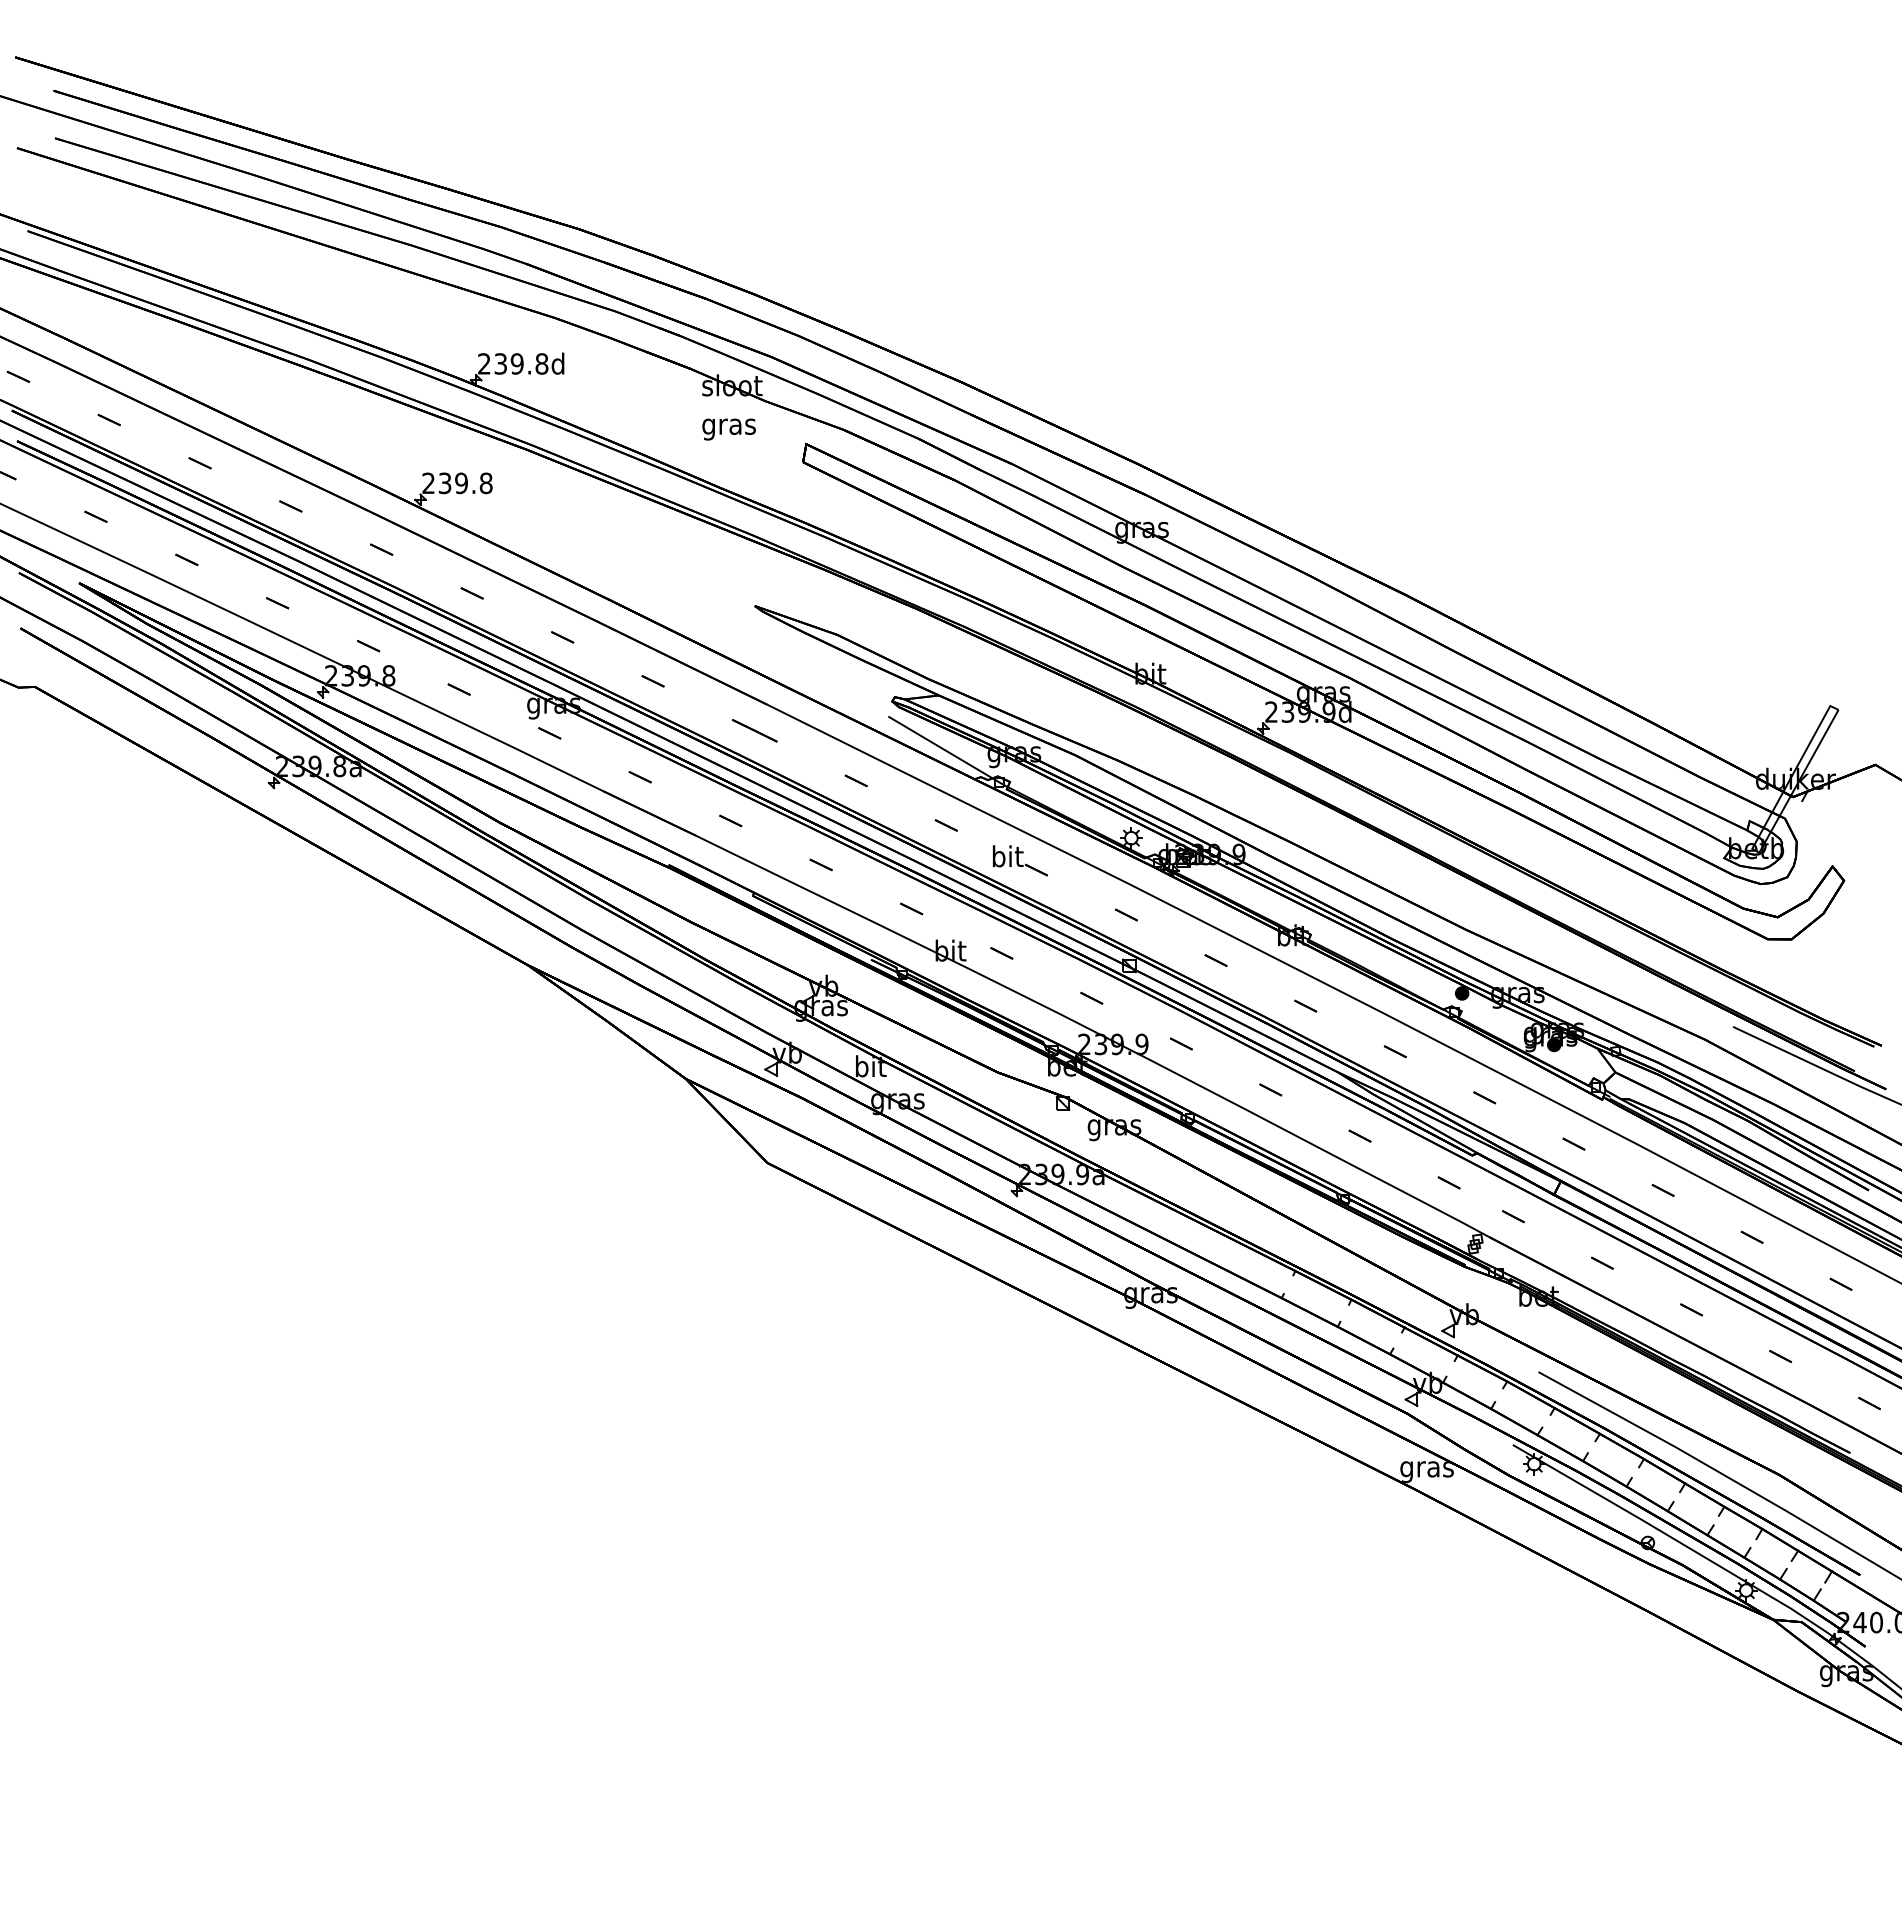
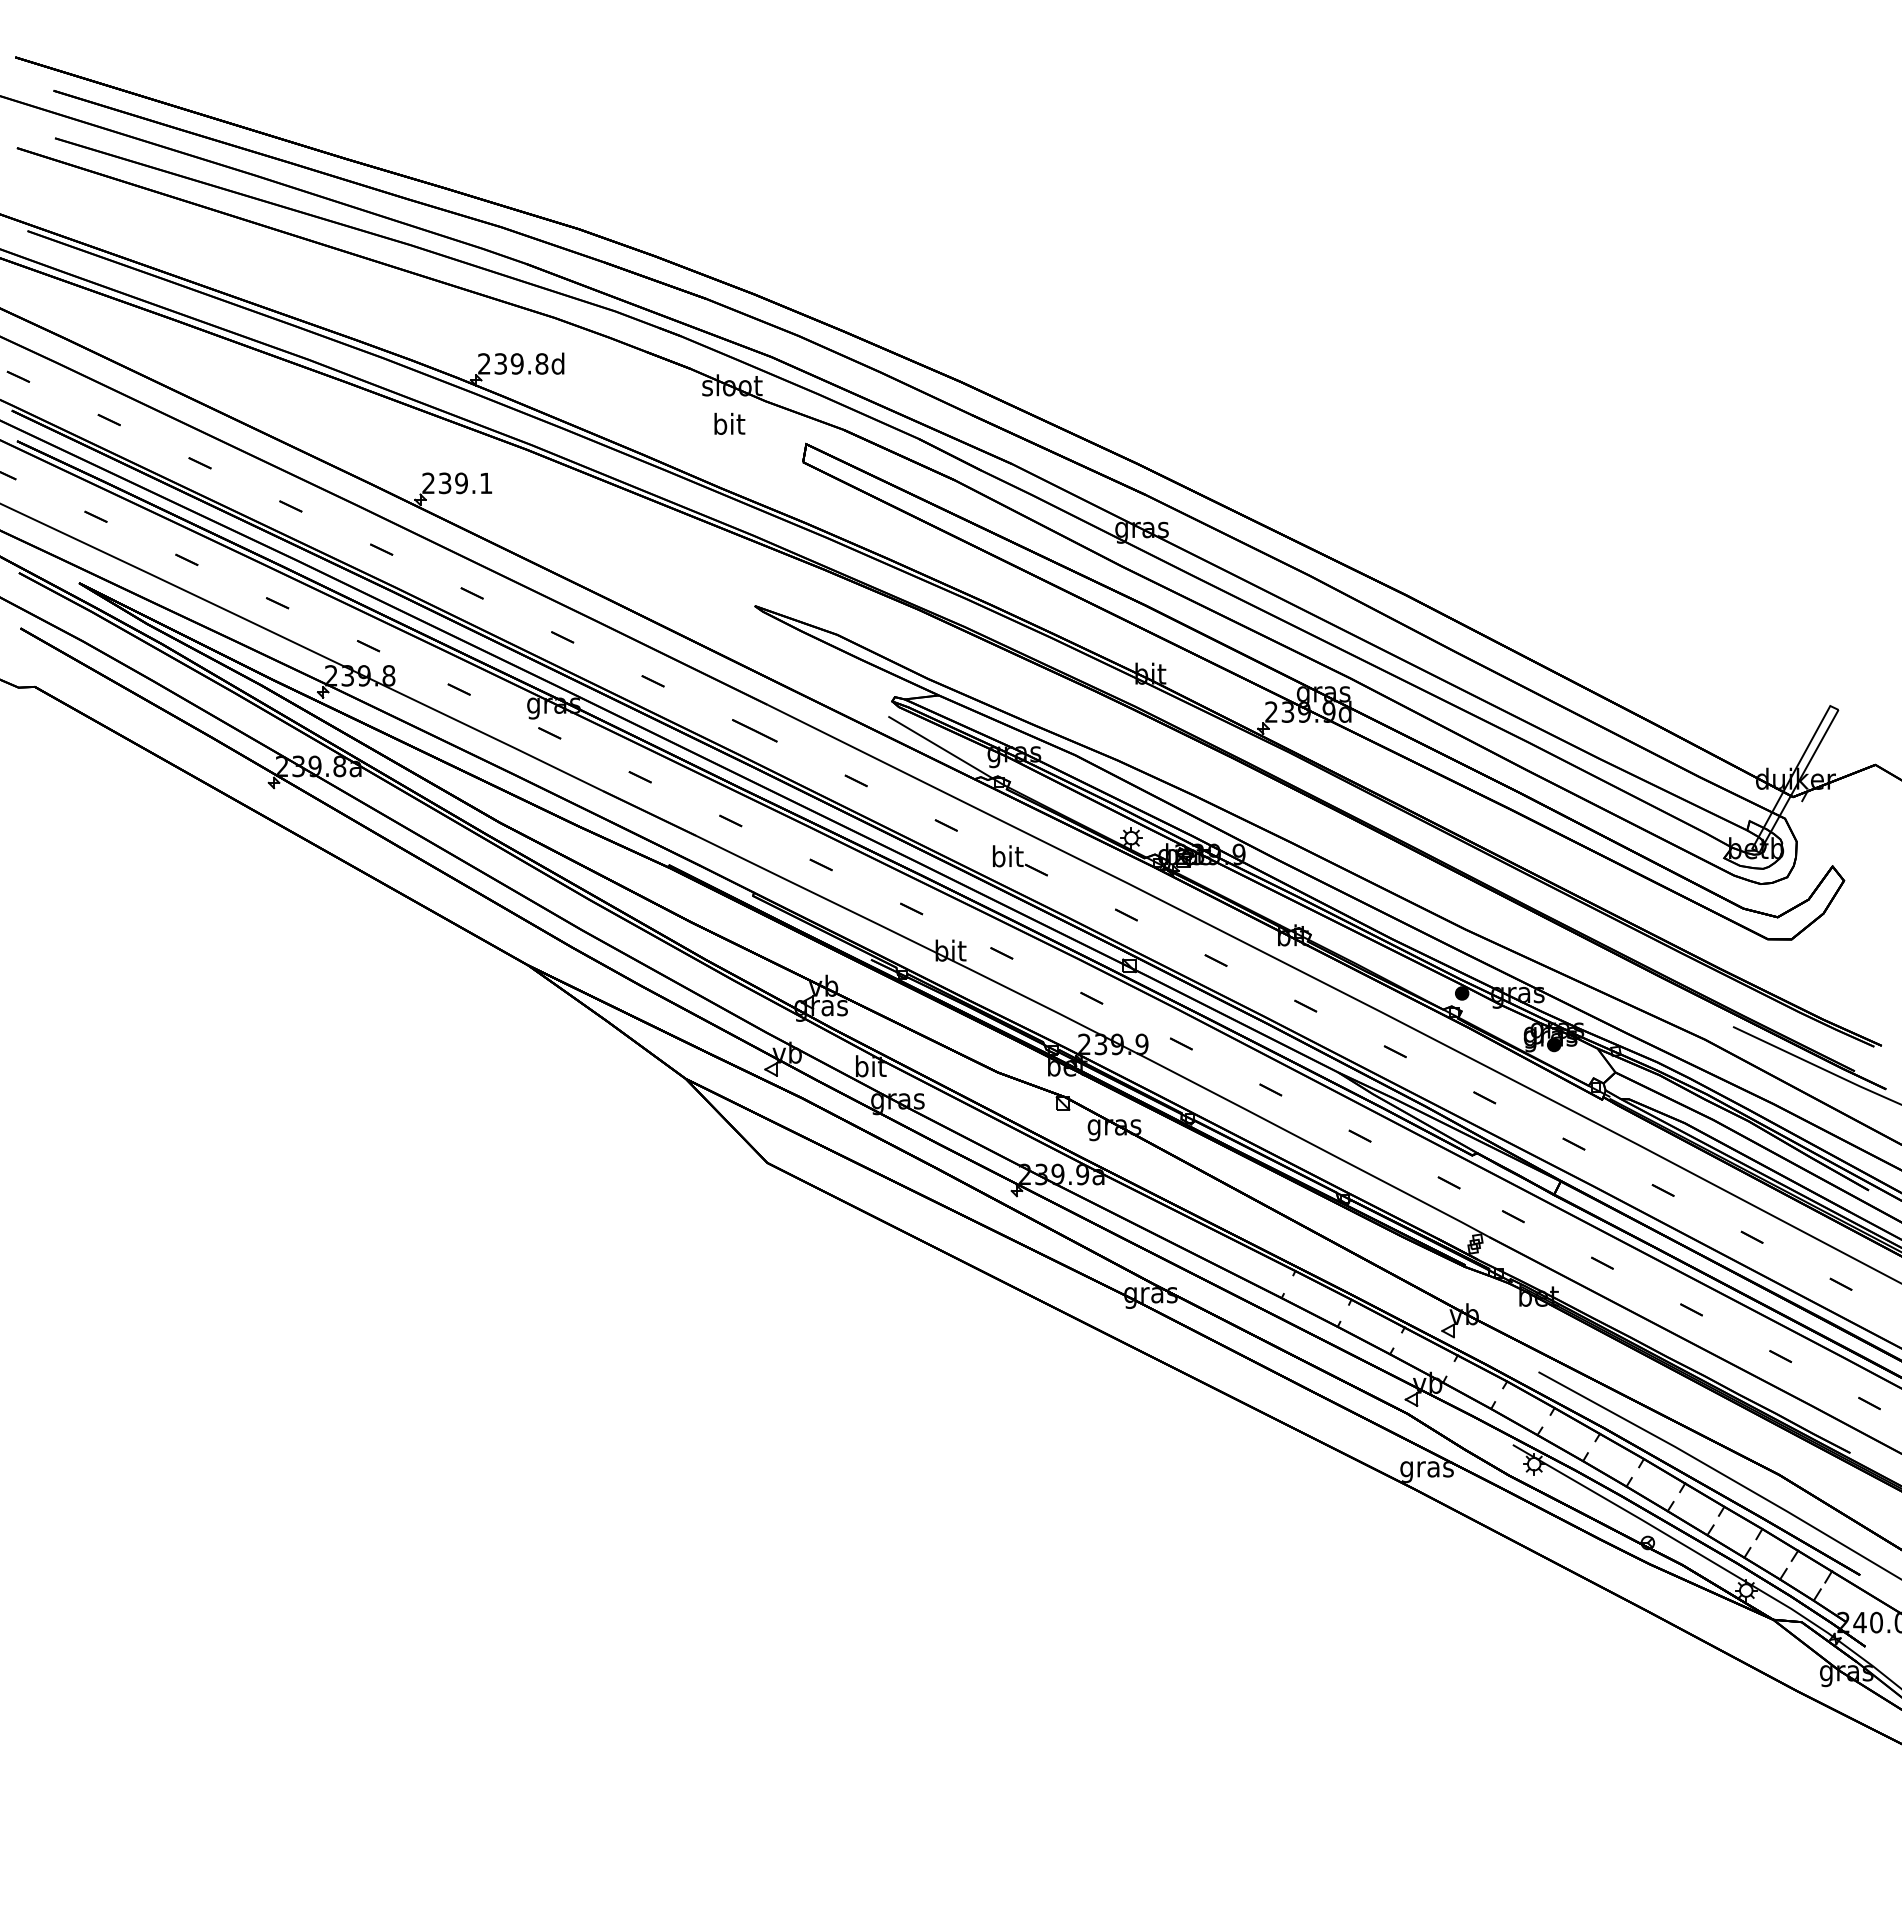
text at (728, 426): gras -> bit
text at (485, 483): 239.8 -> 239.1
